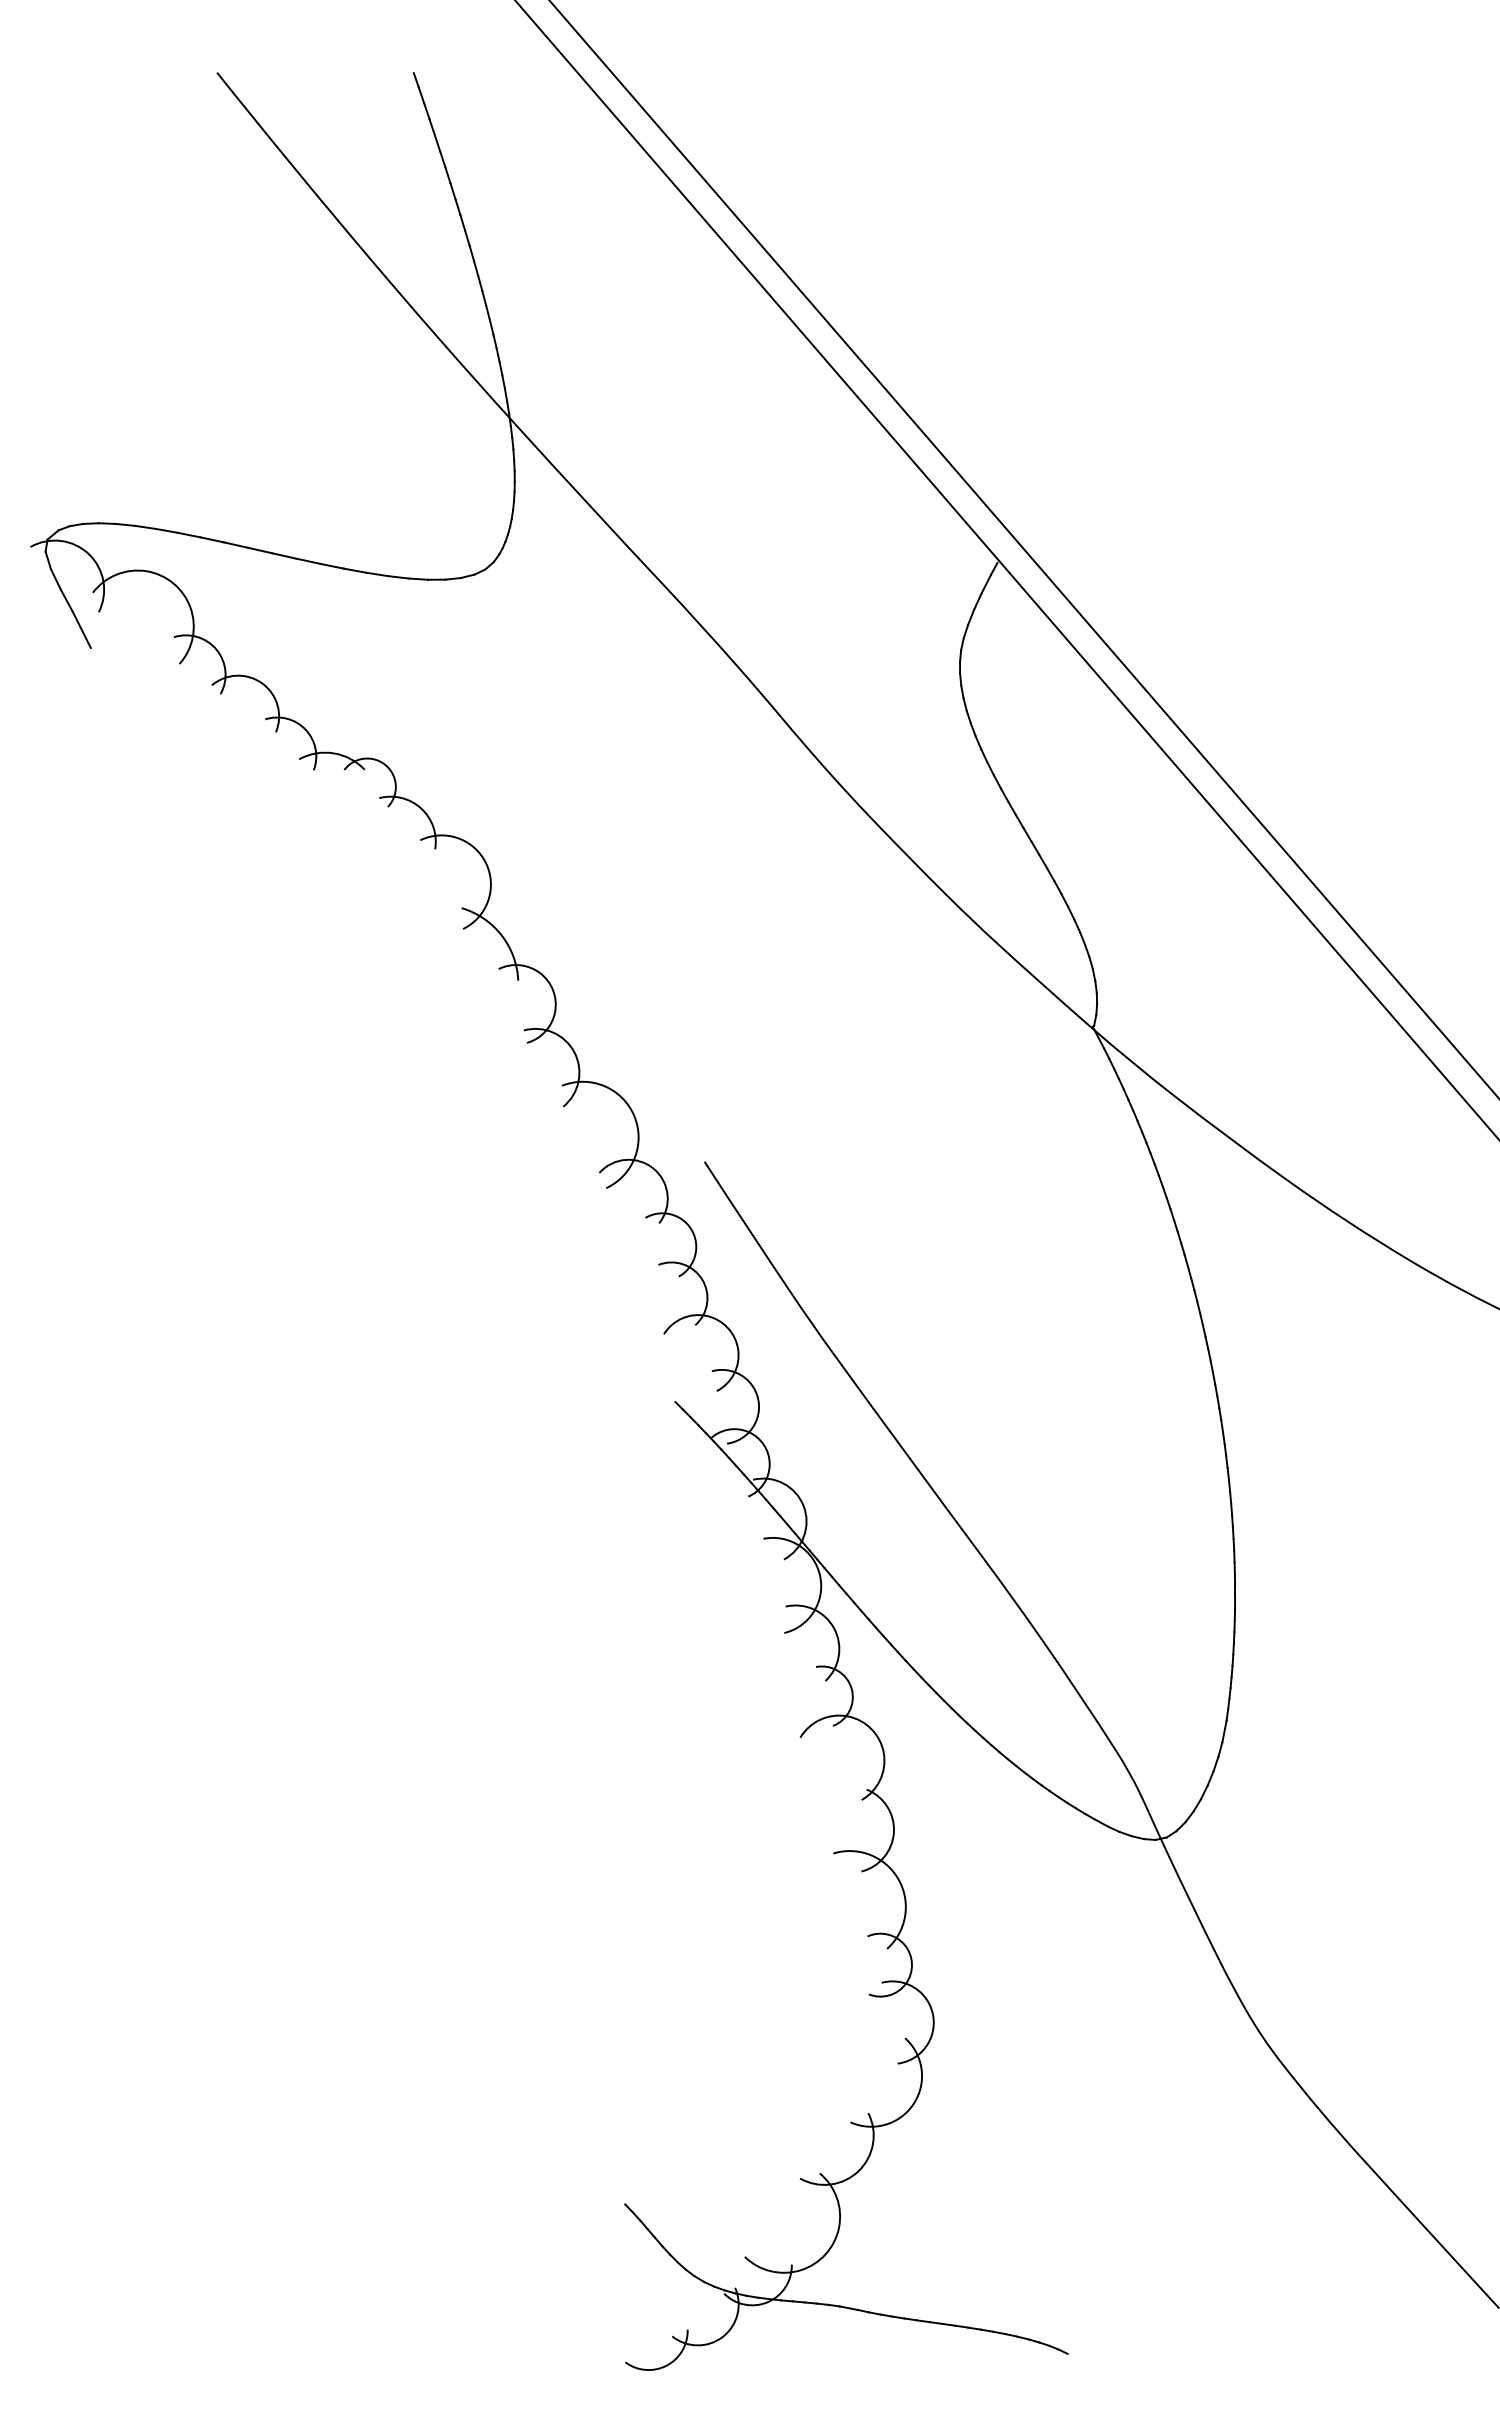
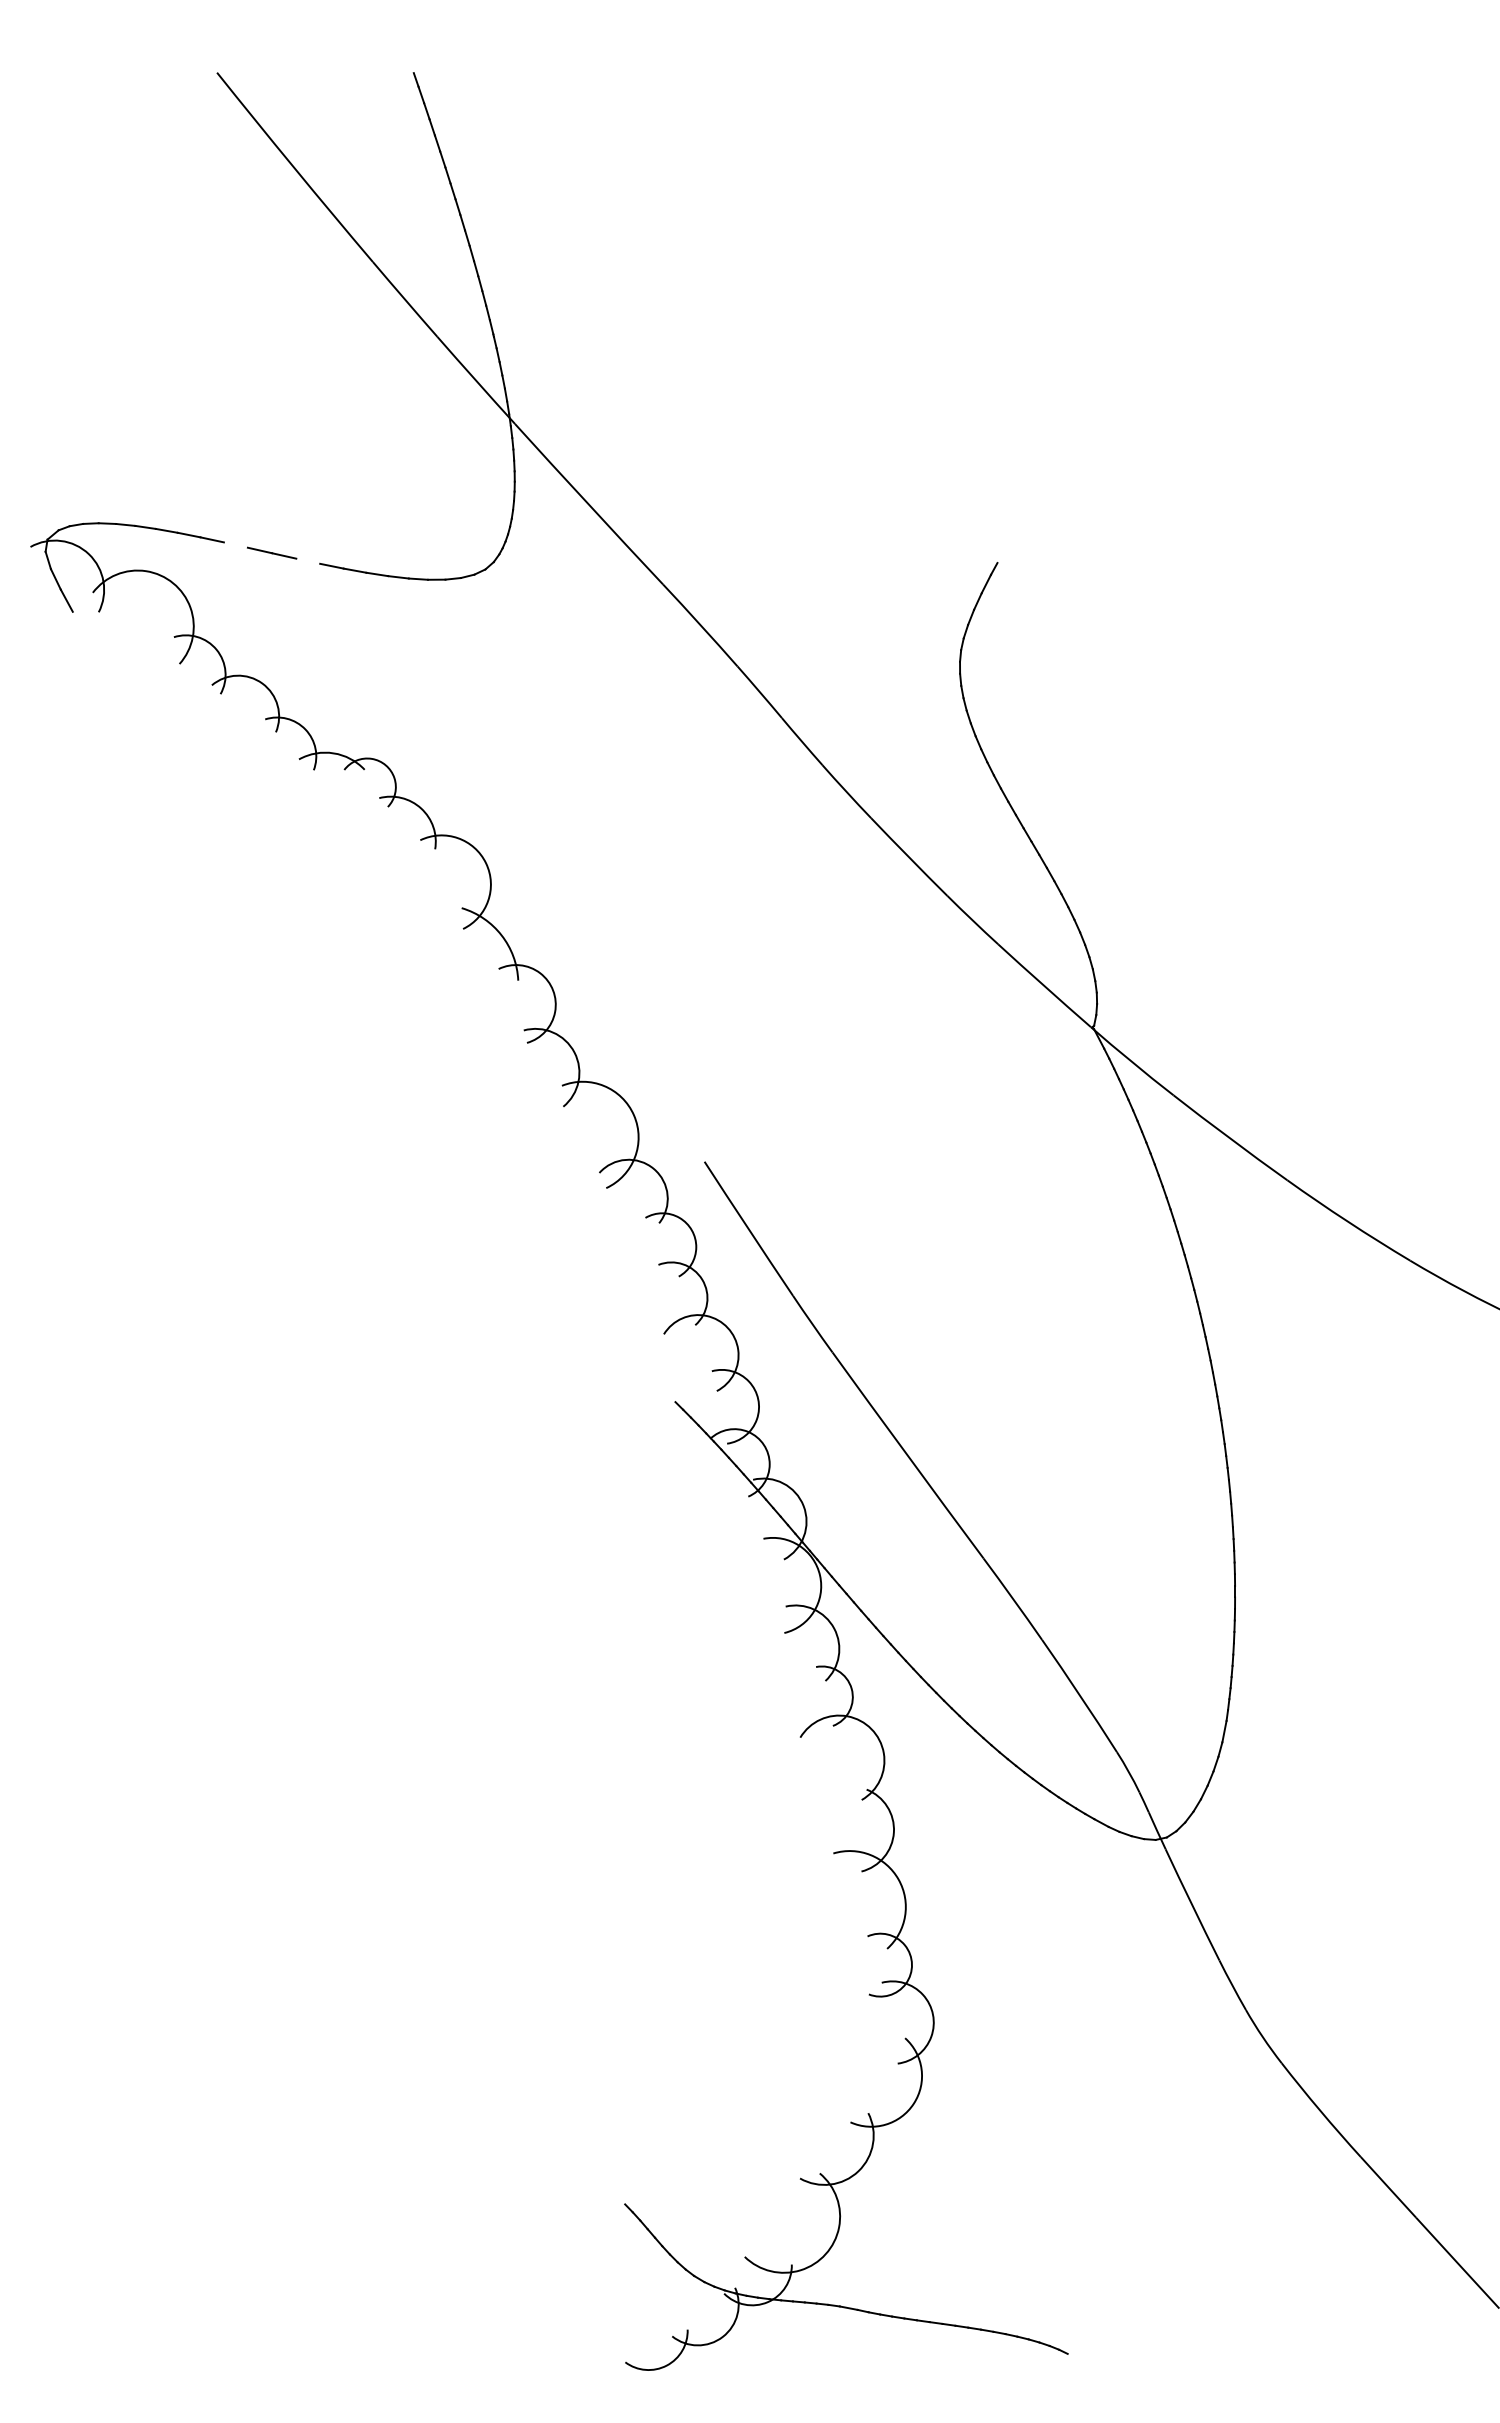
line at (235, 544): present -> none
line at (1023, 548): present -> none
line at (308, 560): present -> none
line at (1006, 569): present -> none
line at (81, 629): present -> none
